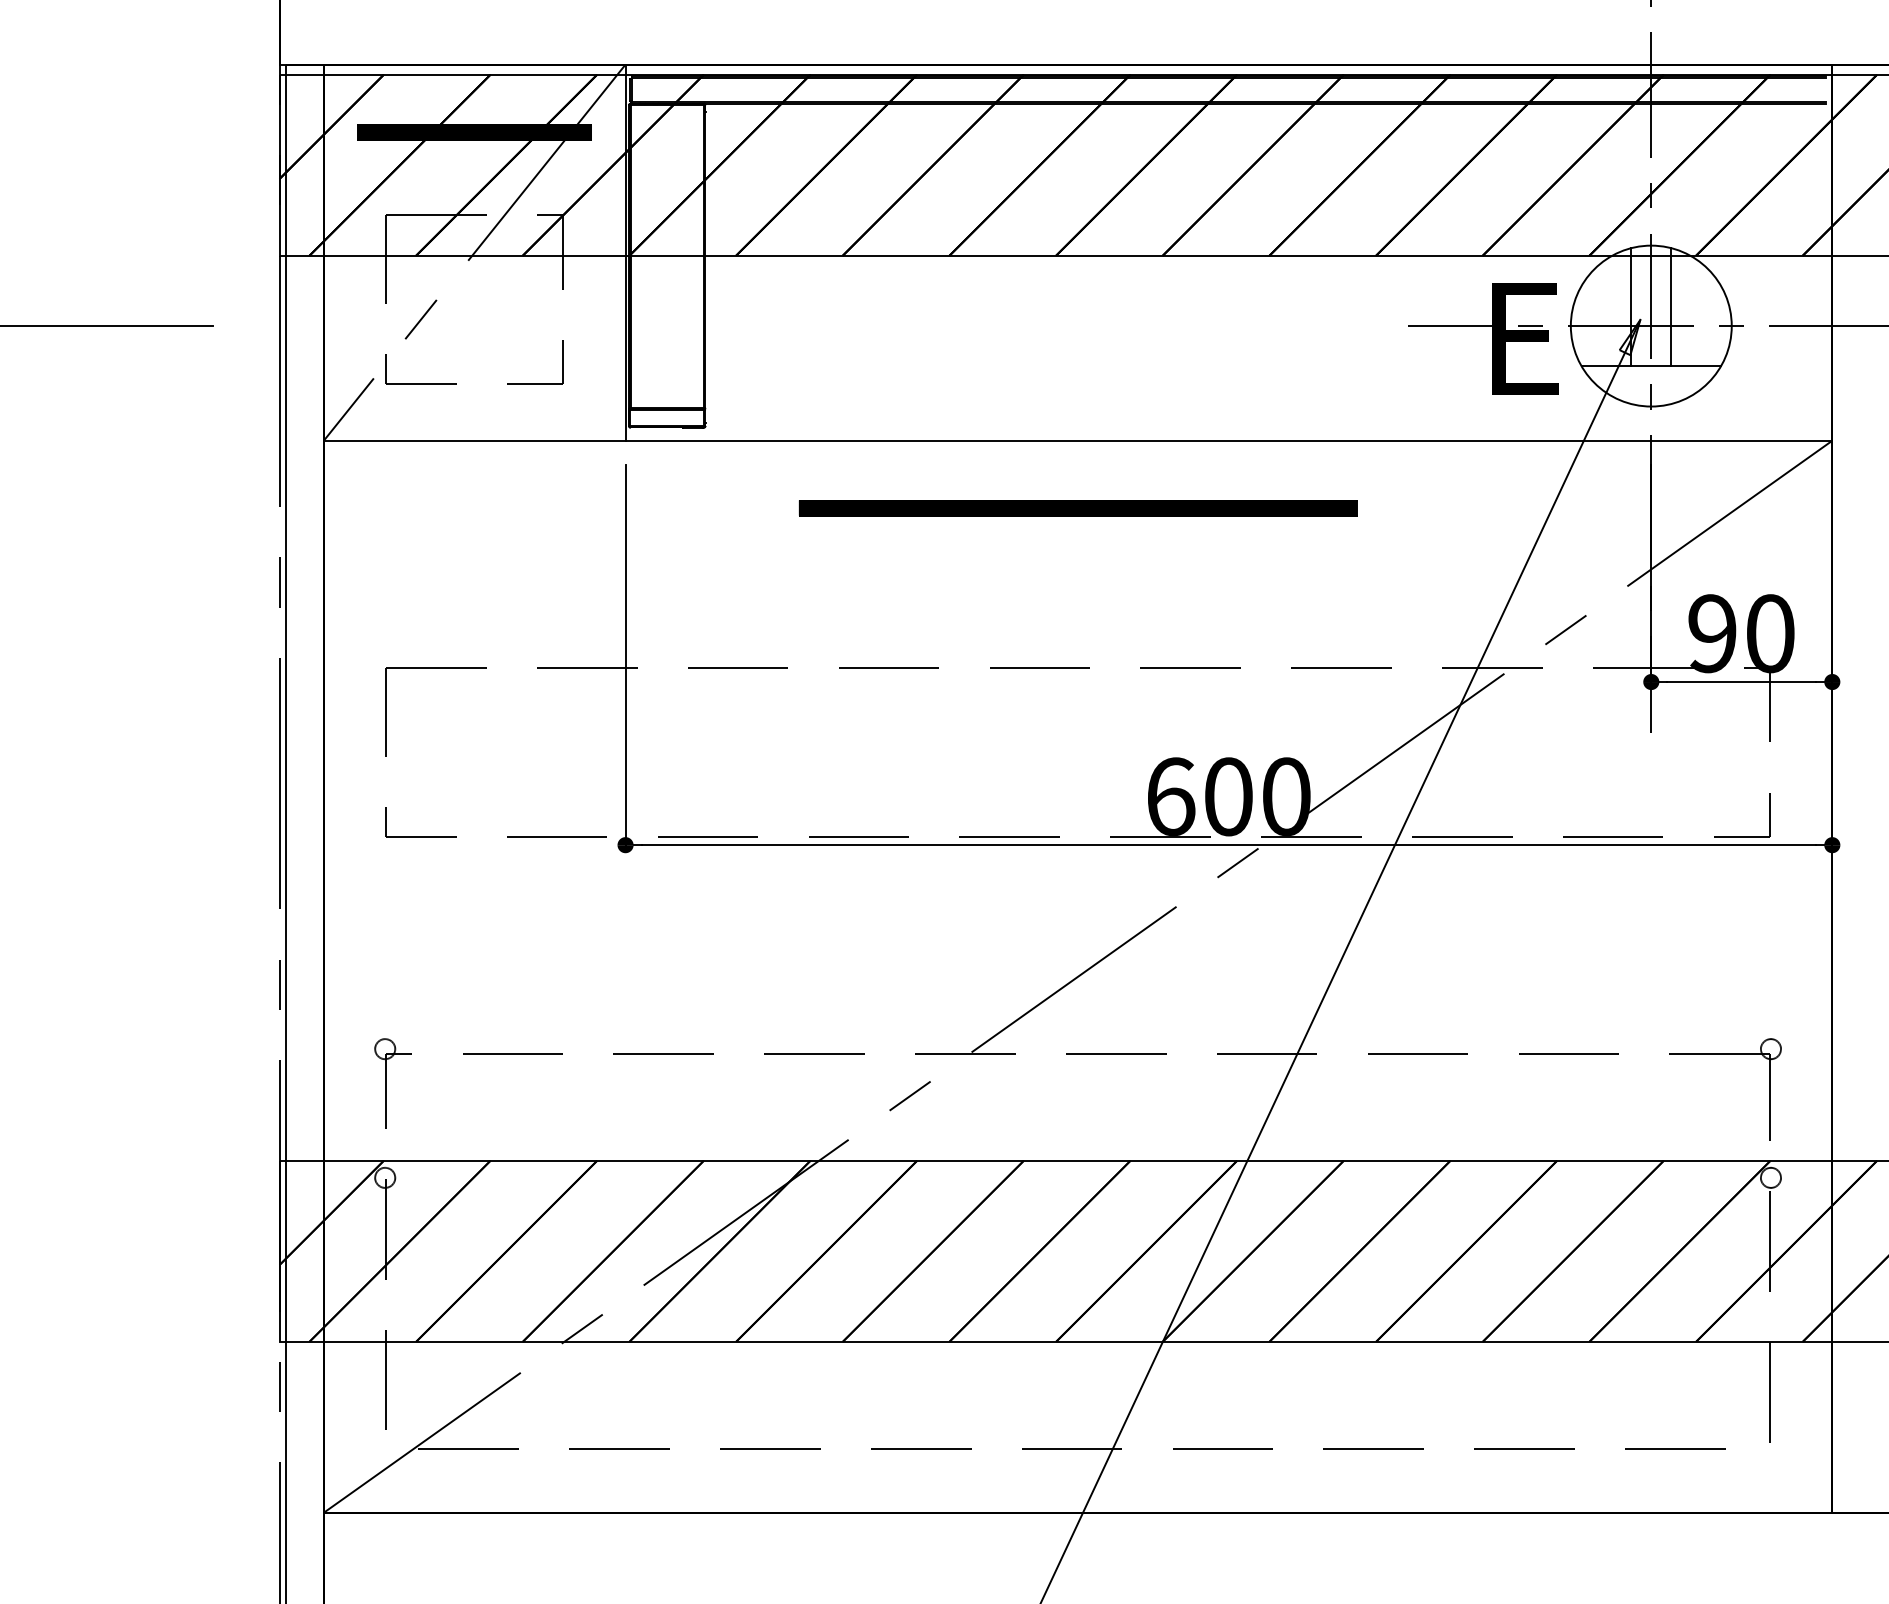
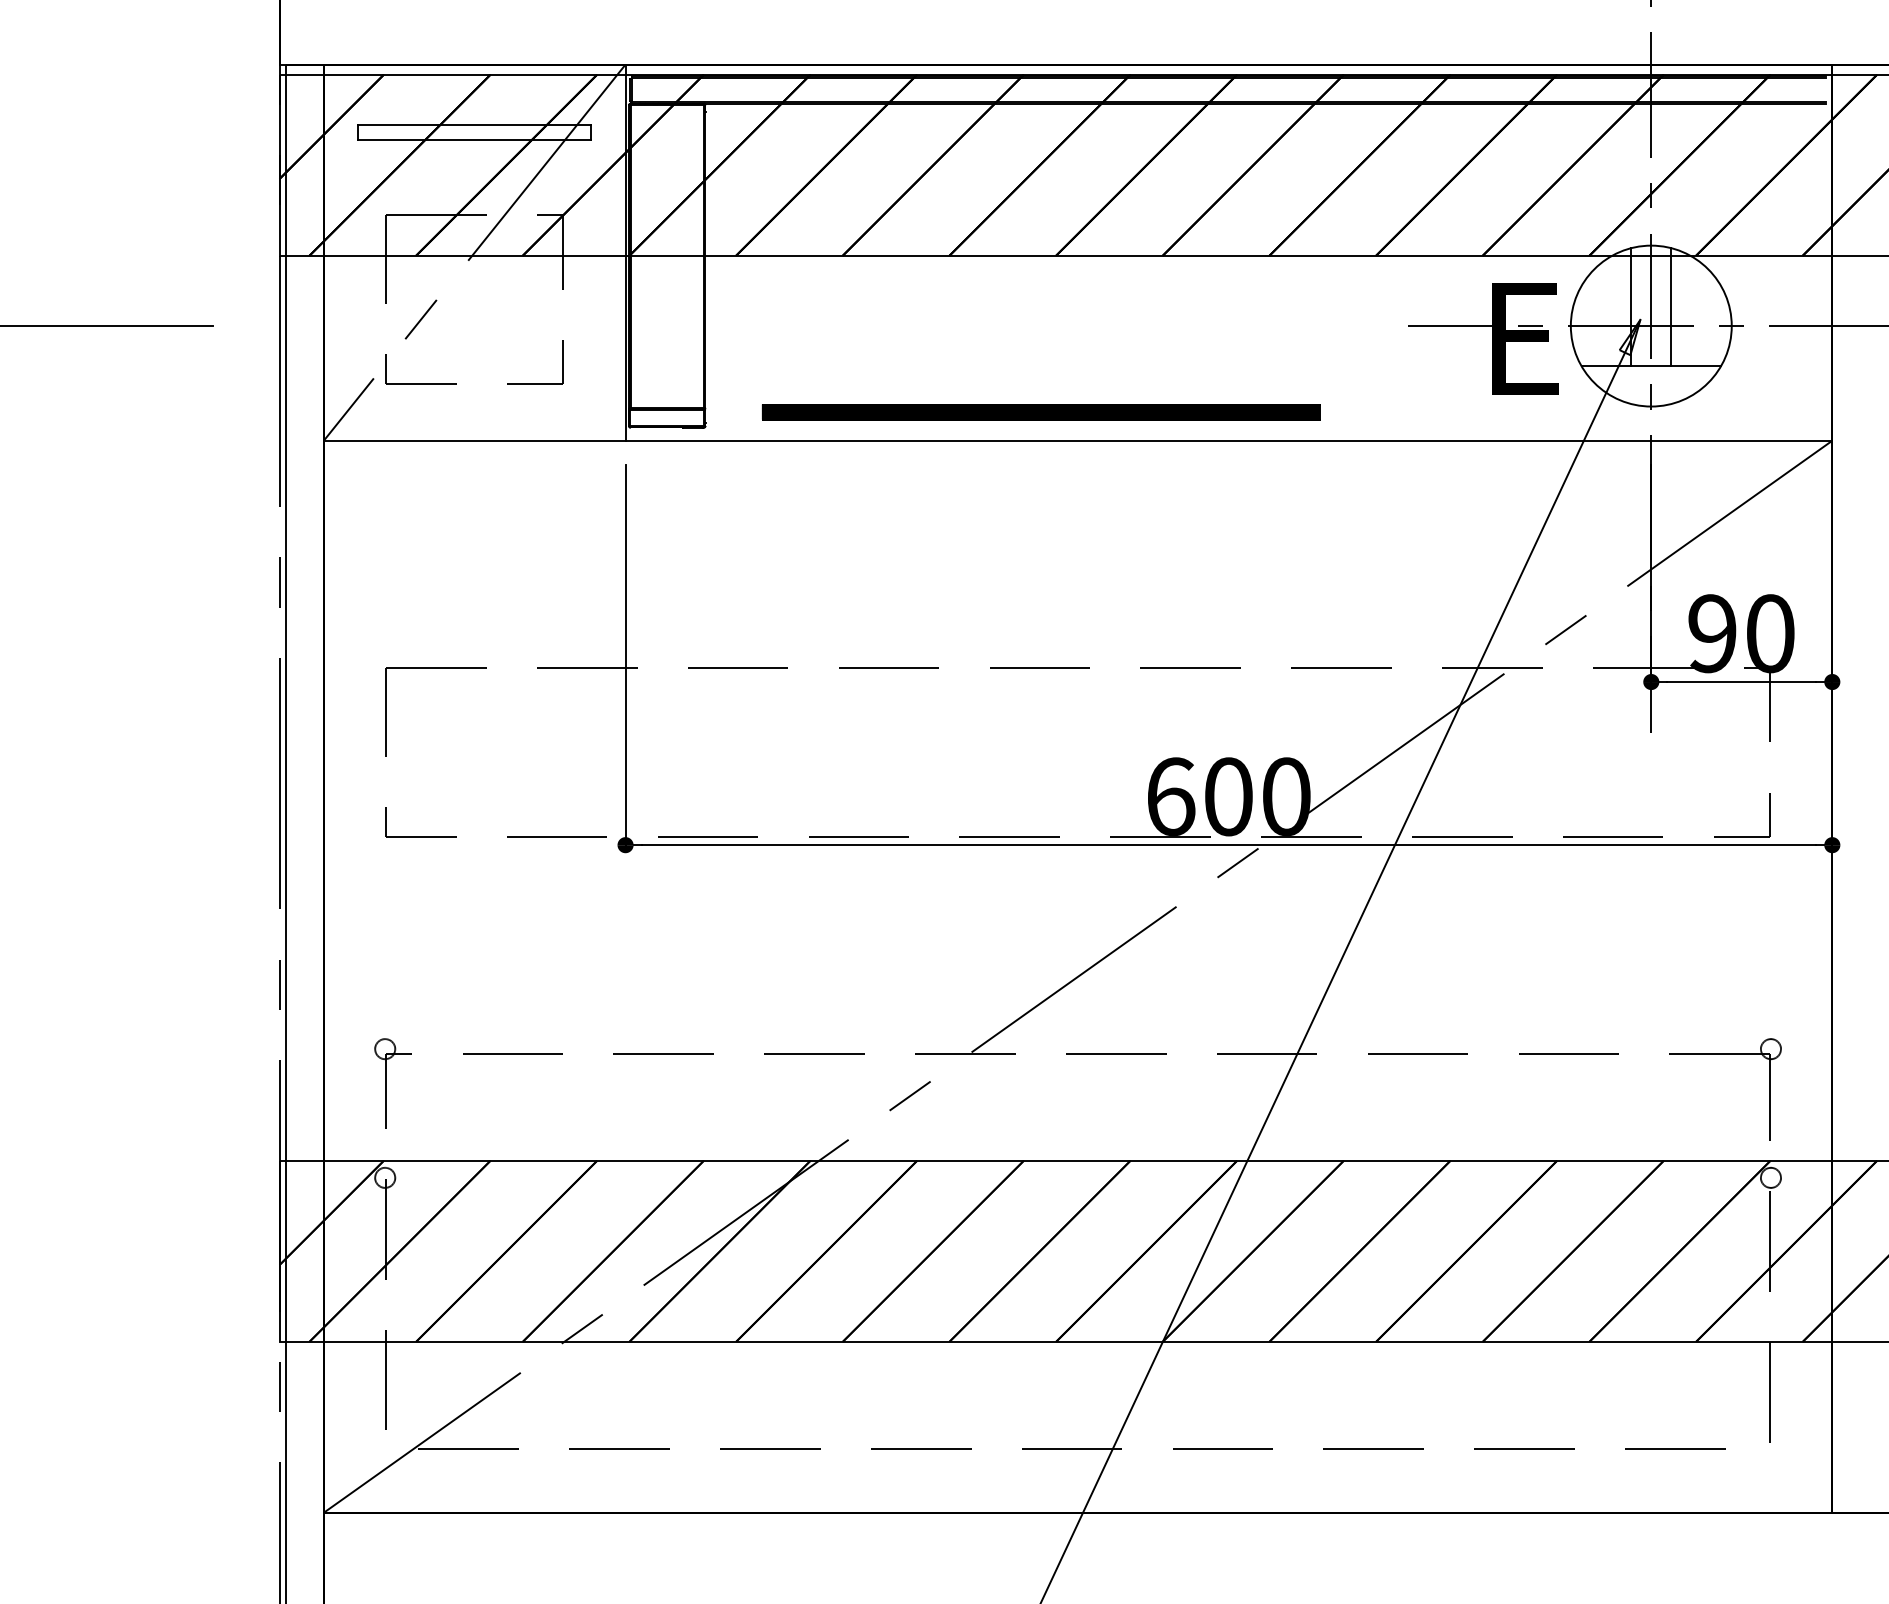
hatch at (474, 132): present -> none
part at (1078, 508) position: (1078, 508) -> (1041, 412)
